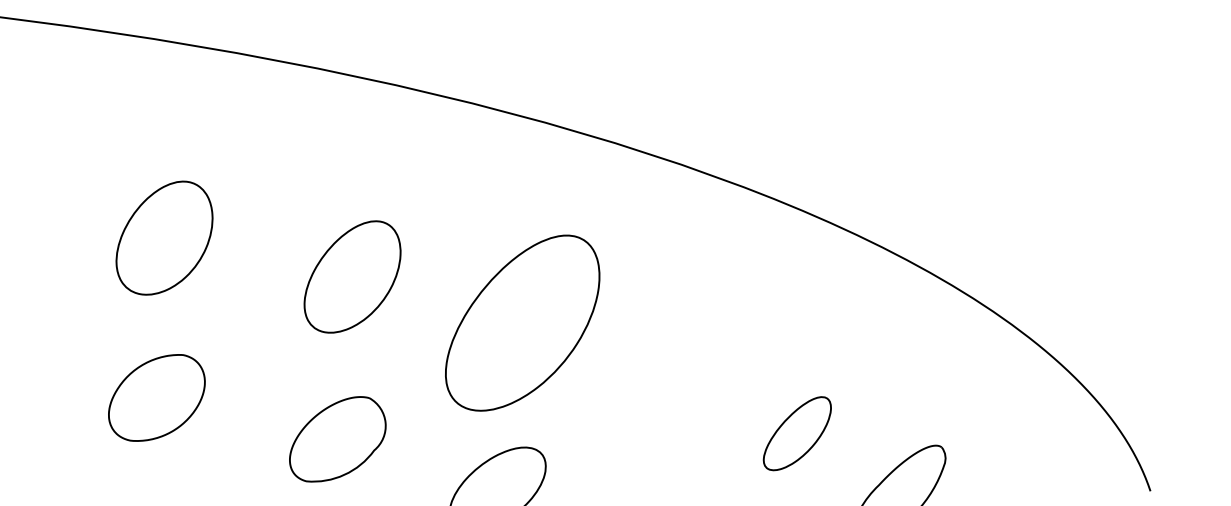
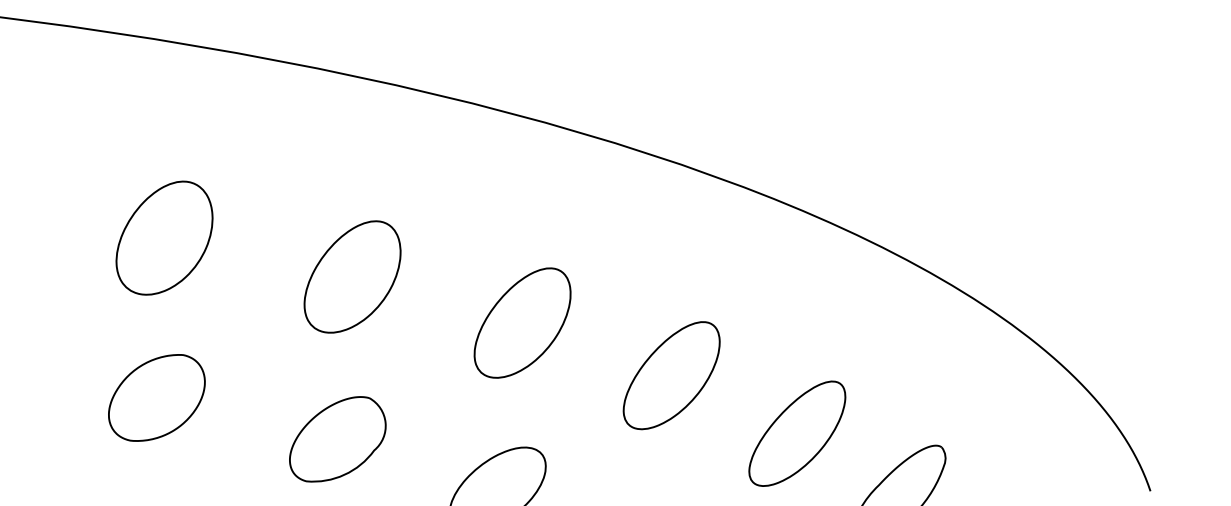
part at (522, 322) size: 156x178 px -> 99x112 px
part at (671, 375): none -> present
part at (796, 433) size: 70x76 px -> 99x107 px
